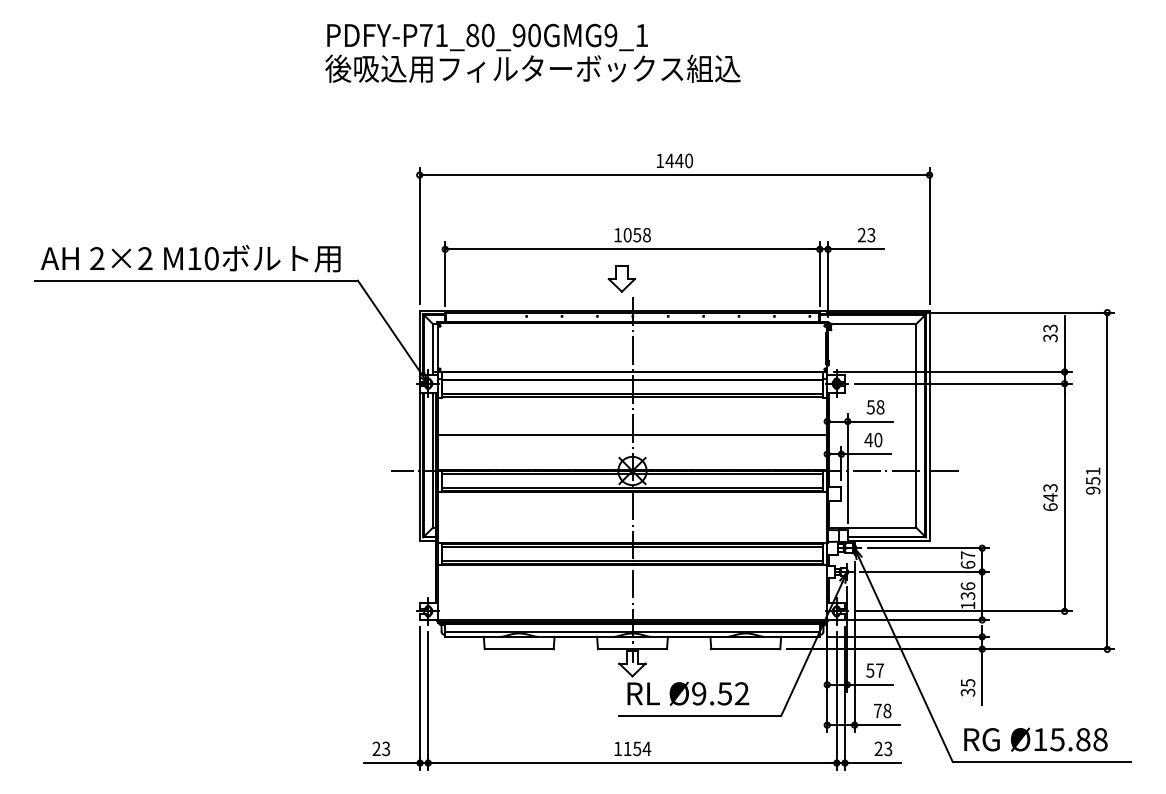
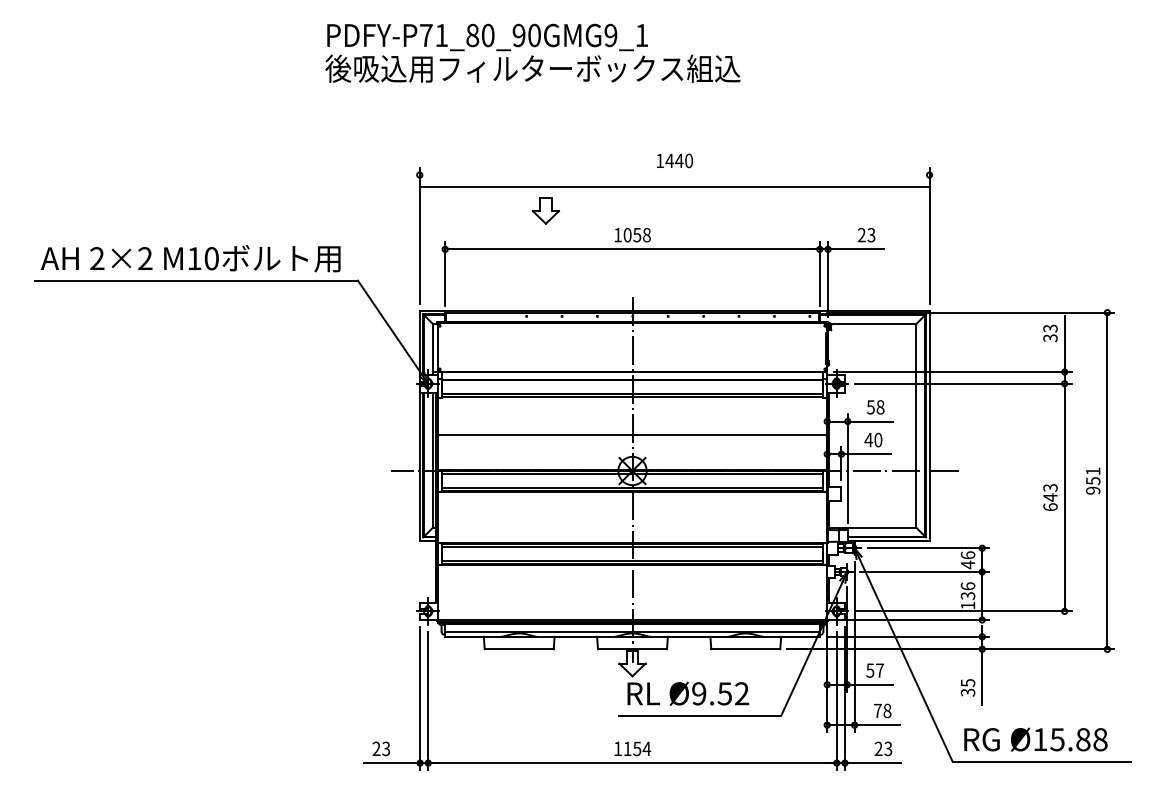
line at (674, 175) position: (674, 175) -> (674, 187)
part at (621, 278) position: (621, 278) -> (545, 210)
text at (967, 560): 67 -> 46
